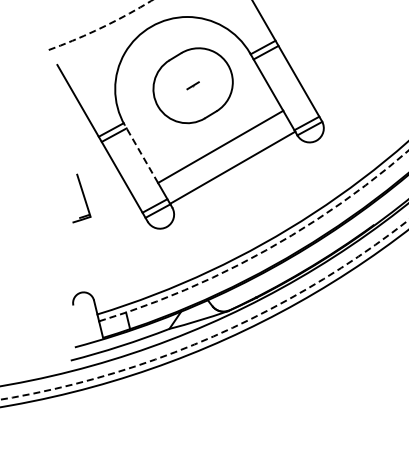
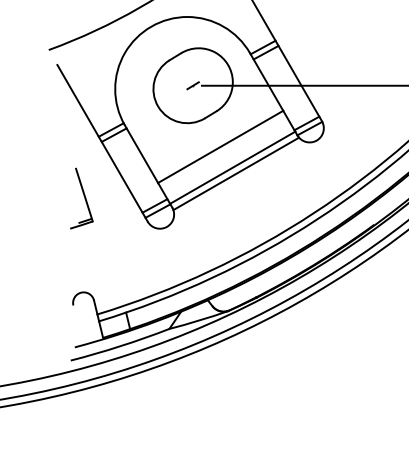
arc at (102, 27): dashed -> solid
line at (303, 85): none -> present
line at (141, 153): dashed -> solid
line at (236, 173): none -> present
part at (81, 198) size: 20x51 px -> 24x63 px
arc at (258, 254): dashed -> solid
arc at (214, 336): dashed -> solid
